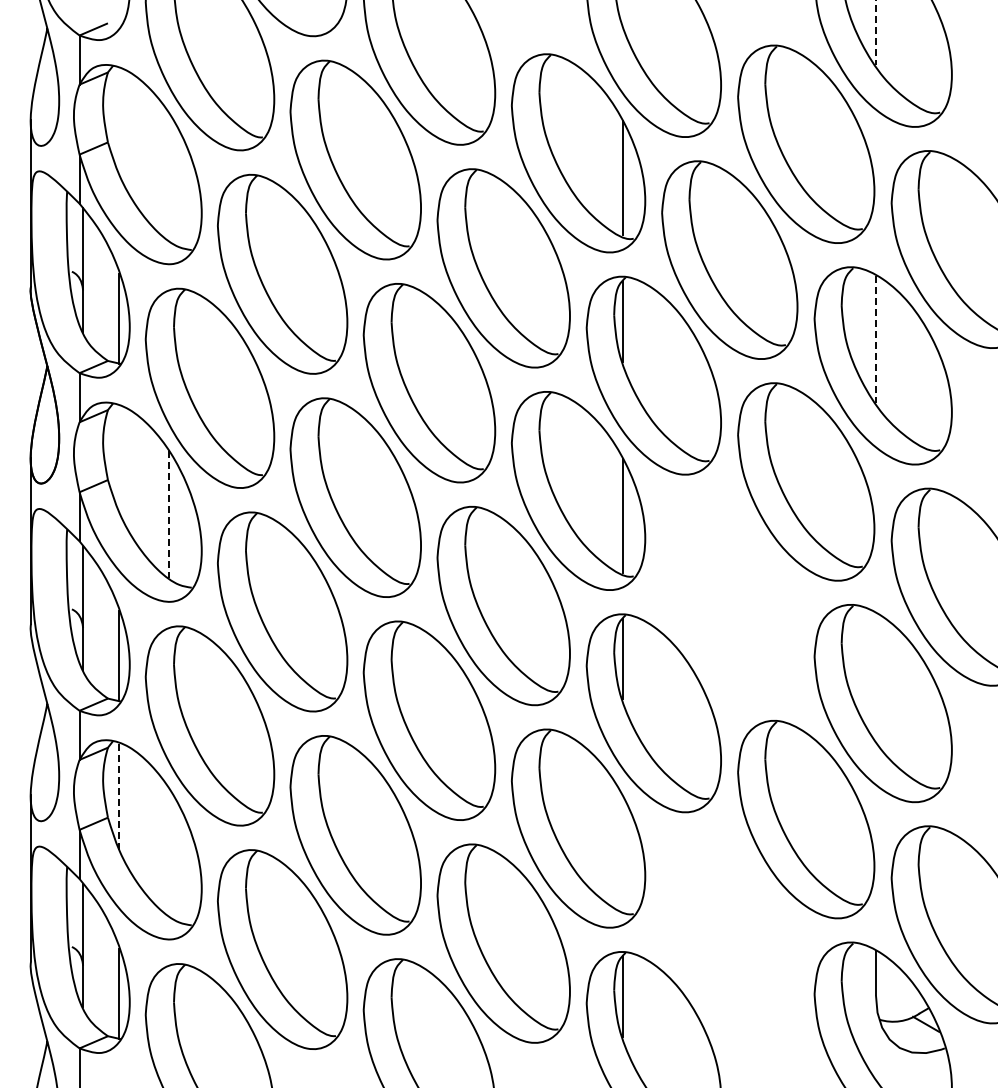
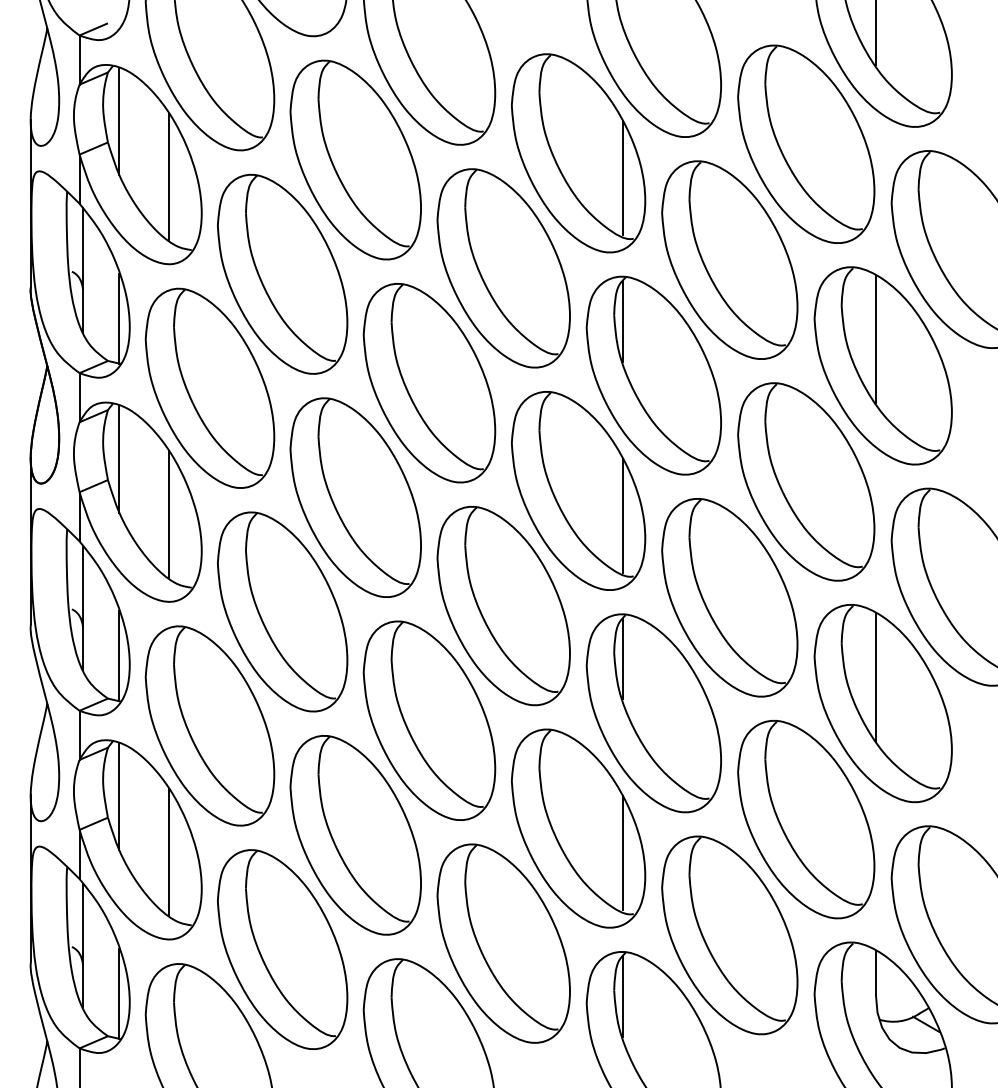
line at (875, 33): dashed -> solid
line at (119, 121): none -> present
line at (169, 176): none -> present
line at (875, 340): dashed -> solid
line at (119, 459): none -> present
line at (169, 515): dashed -> solid
part at (729, 597): none -> present
line at (875, 676): none -> present
line at (119, 797): dashed -> solid
line at (169, 852): none -> present
line at (622, 853): none -> present
part at (729, 935): none -> present
